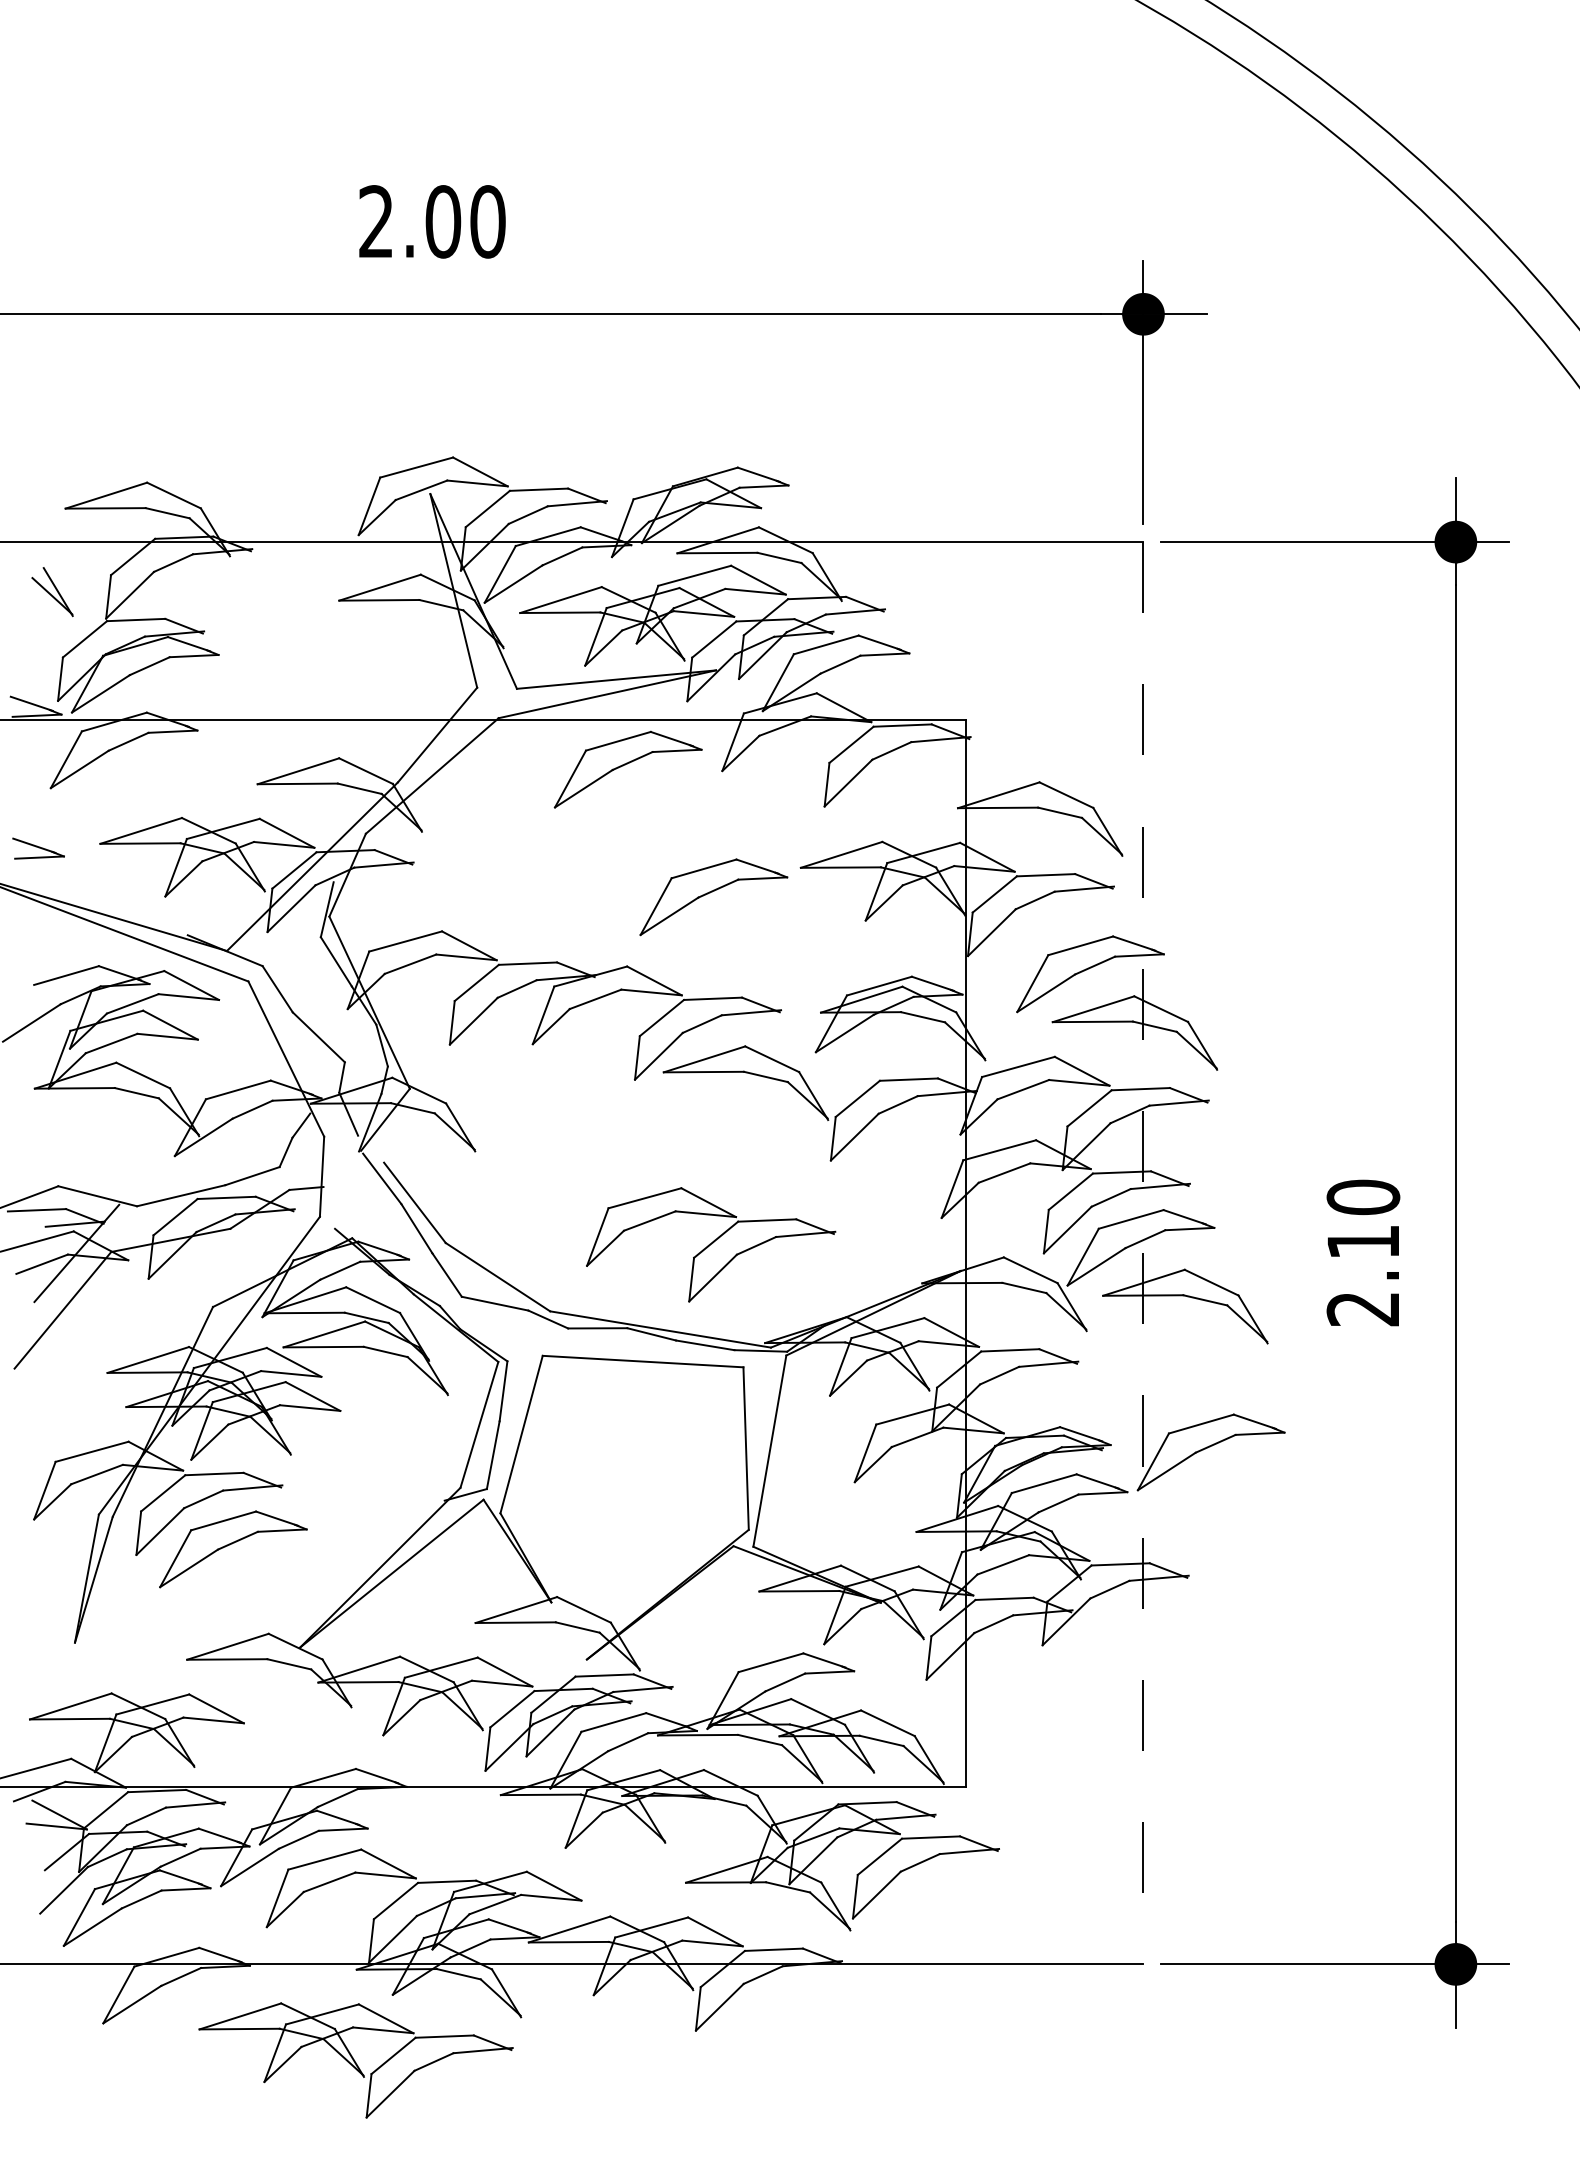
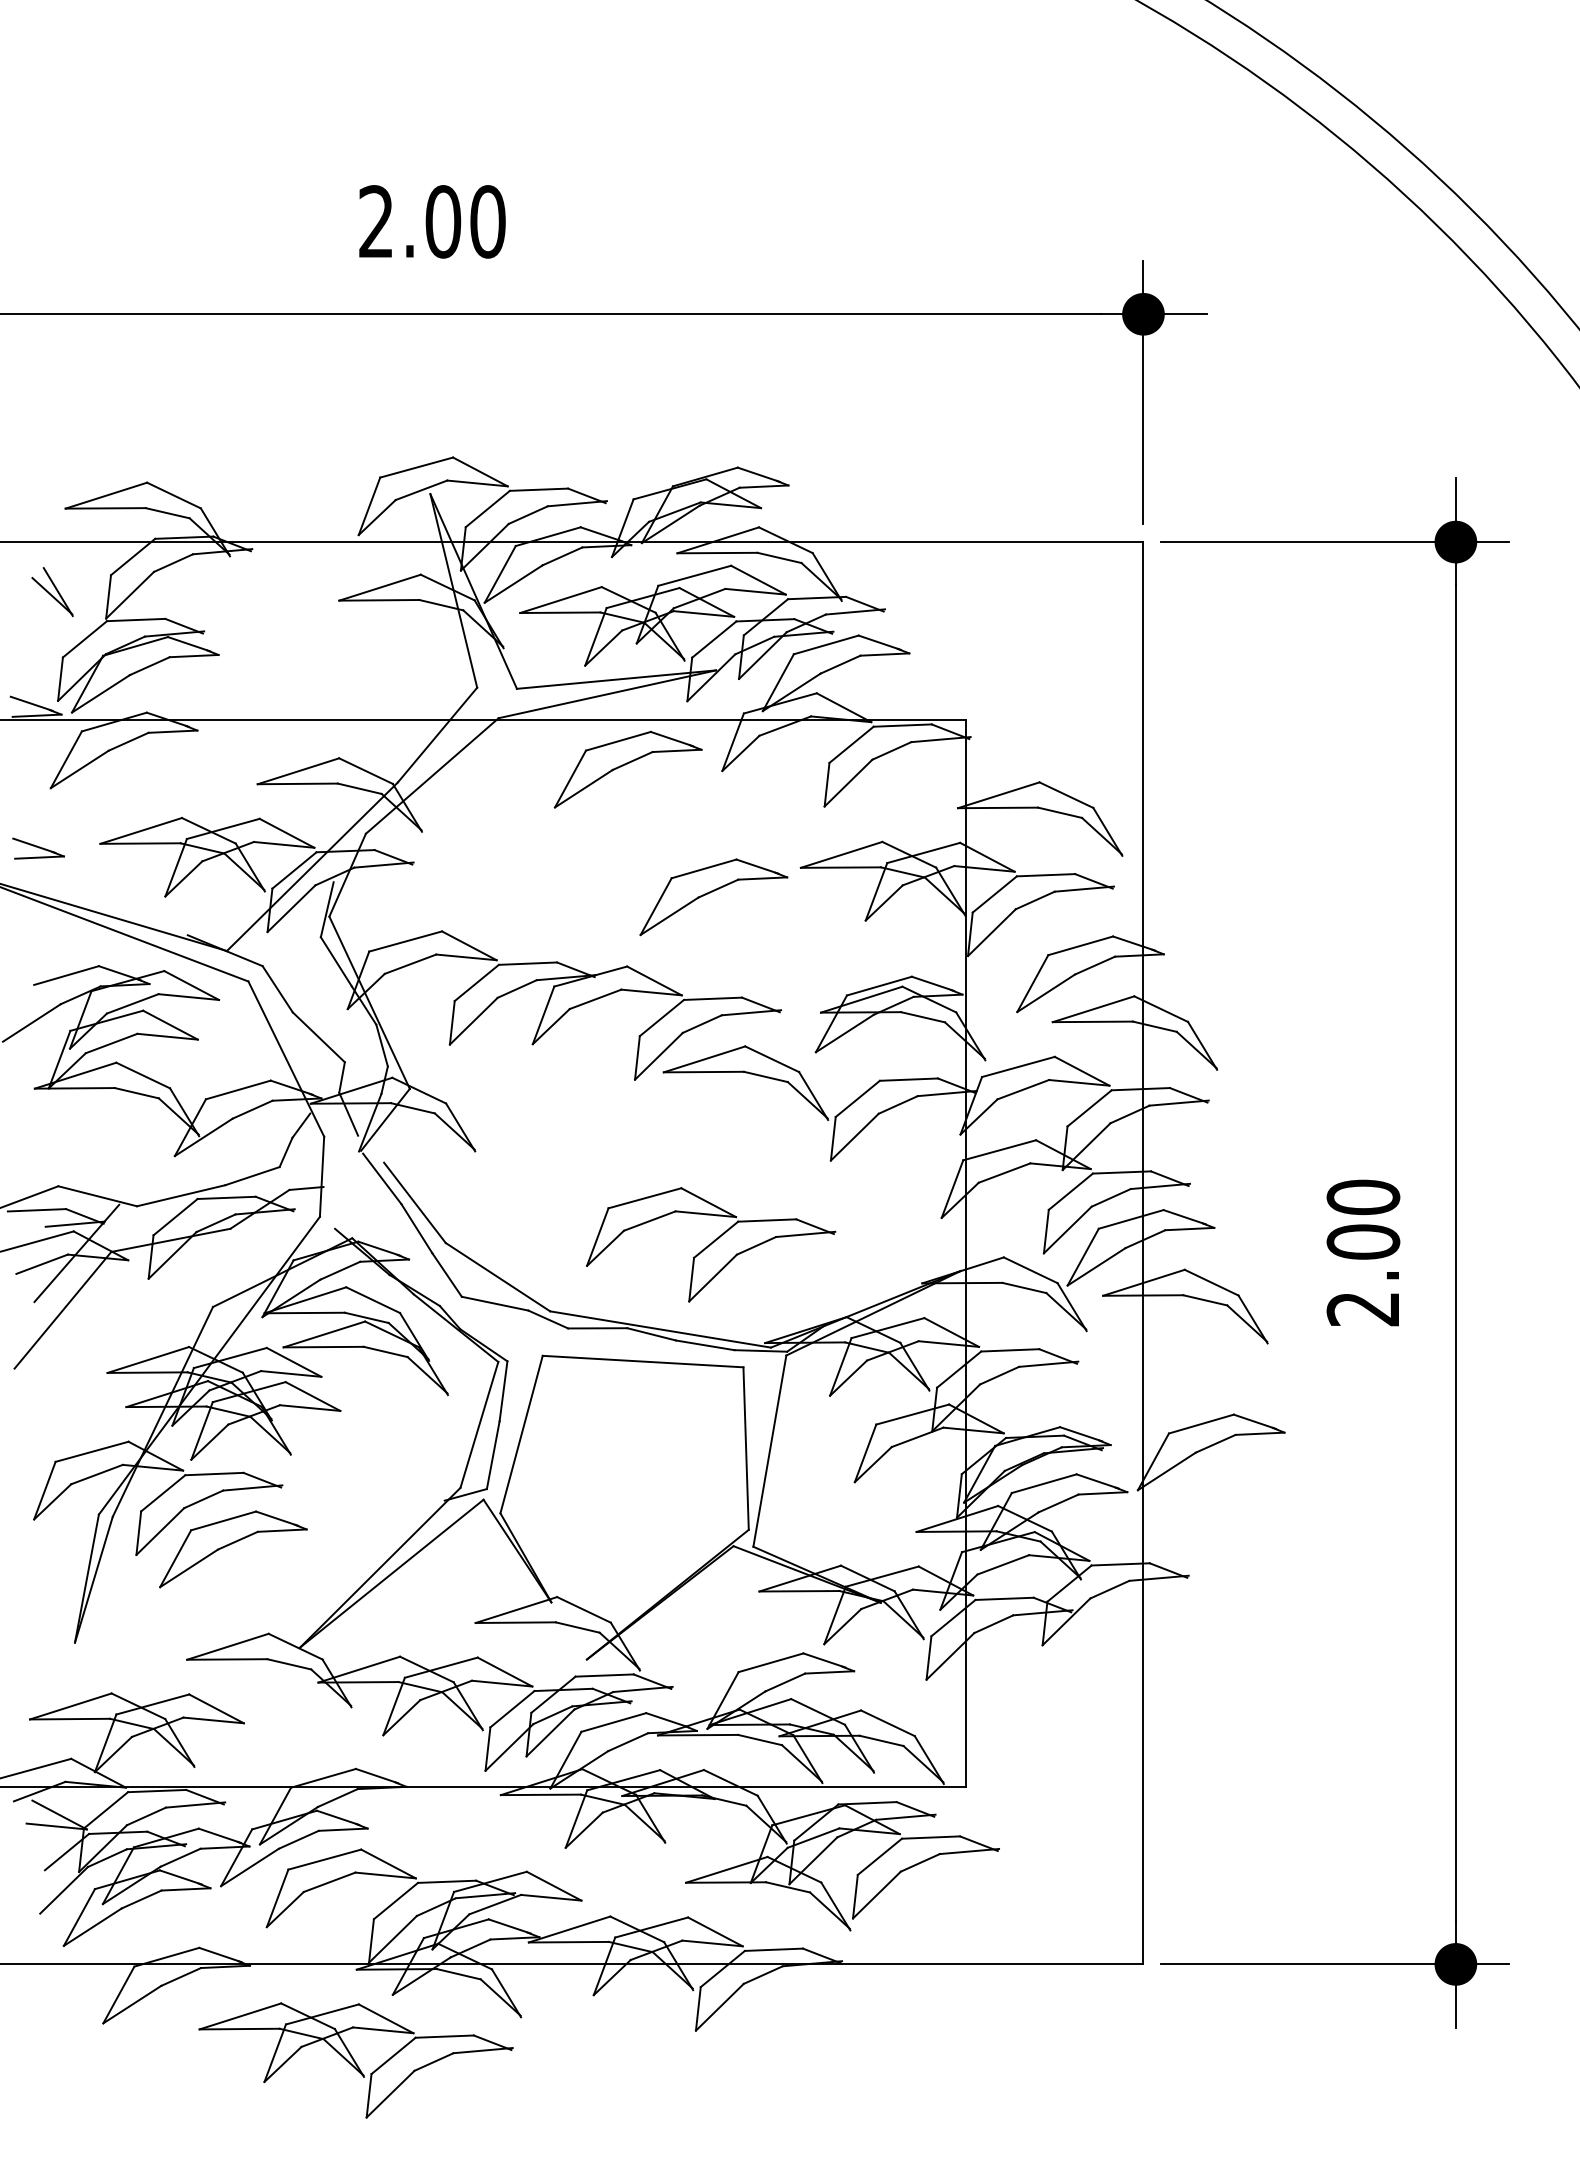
text at (1363, 1241): 2.10 -> 2.00
line at (1143, 1253): dashed -> solid
